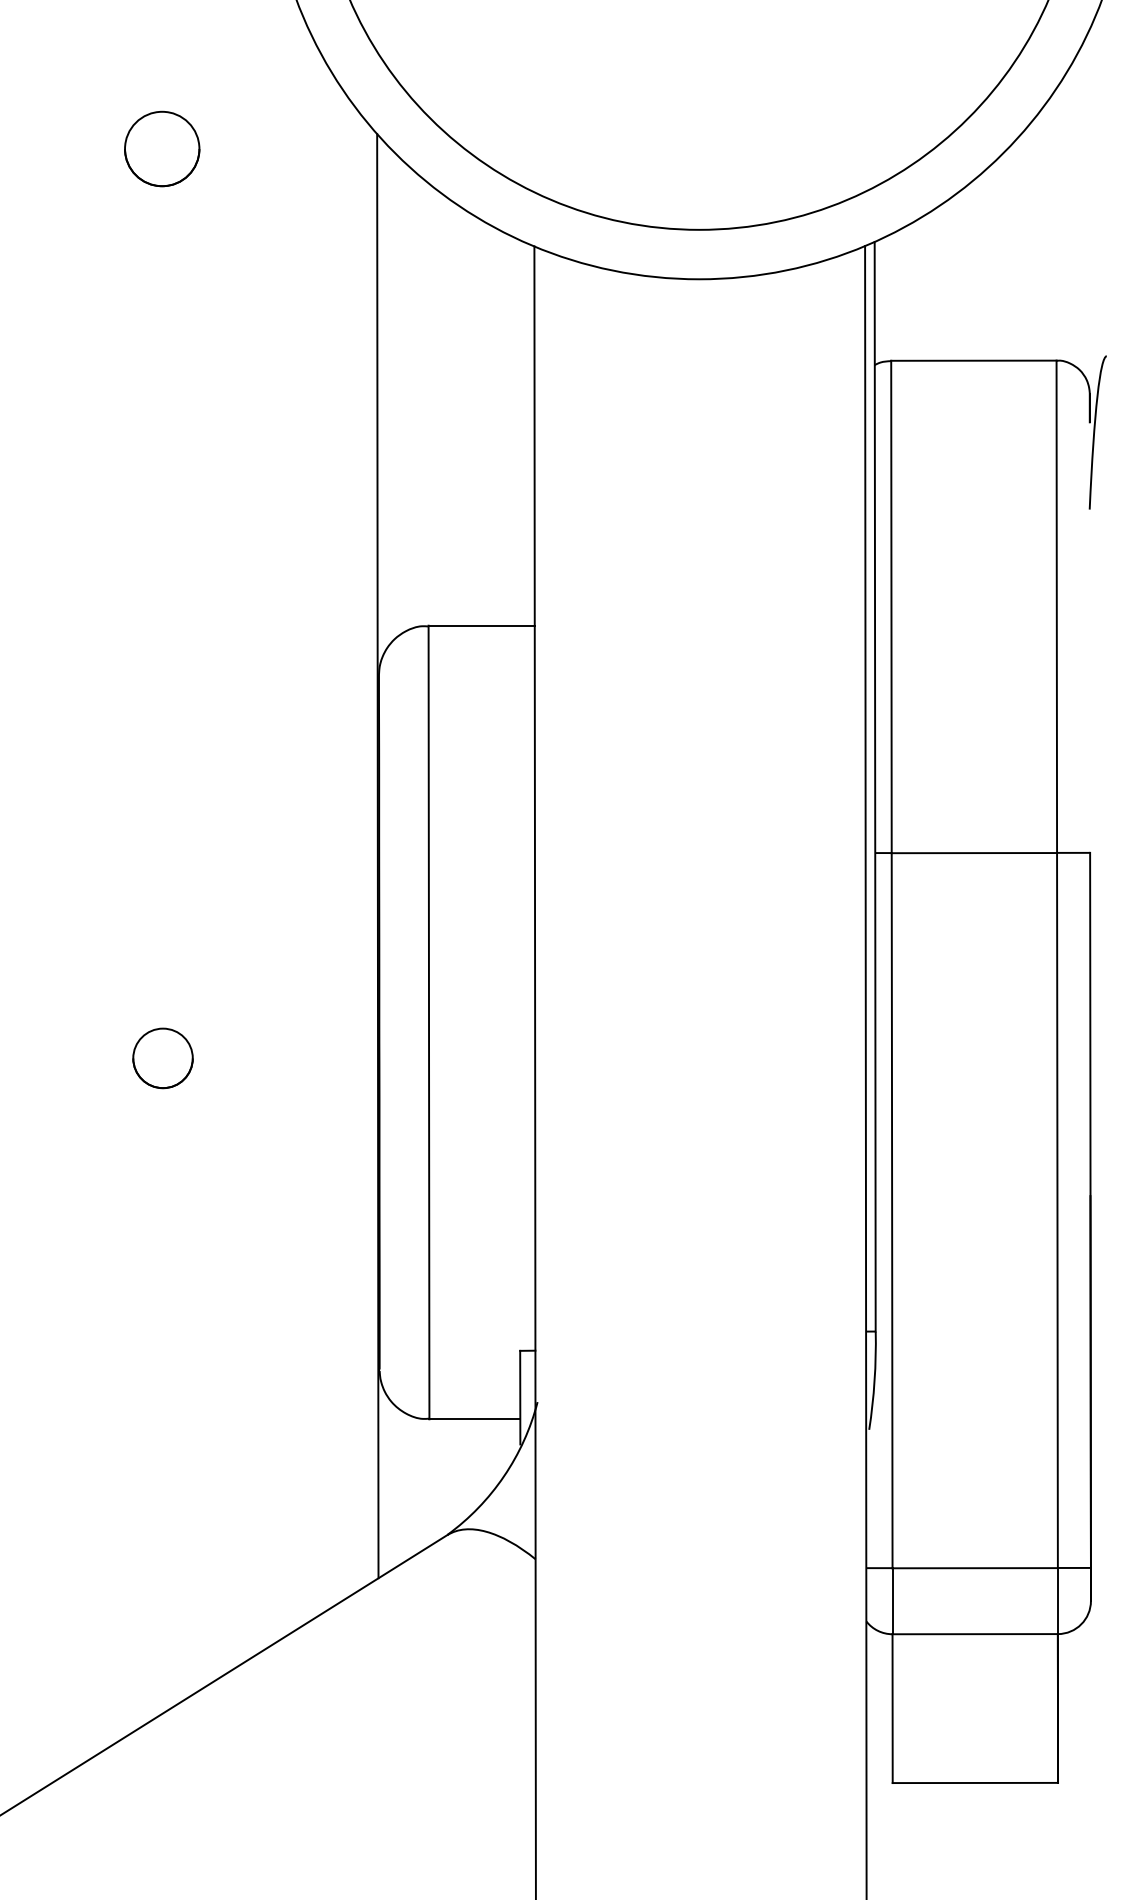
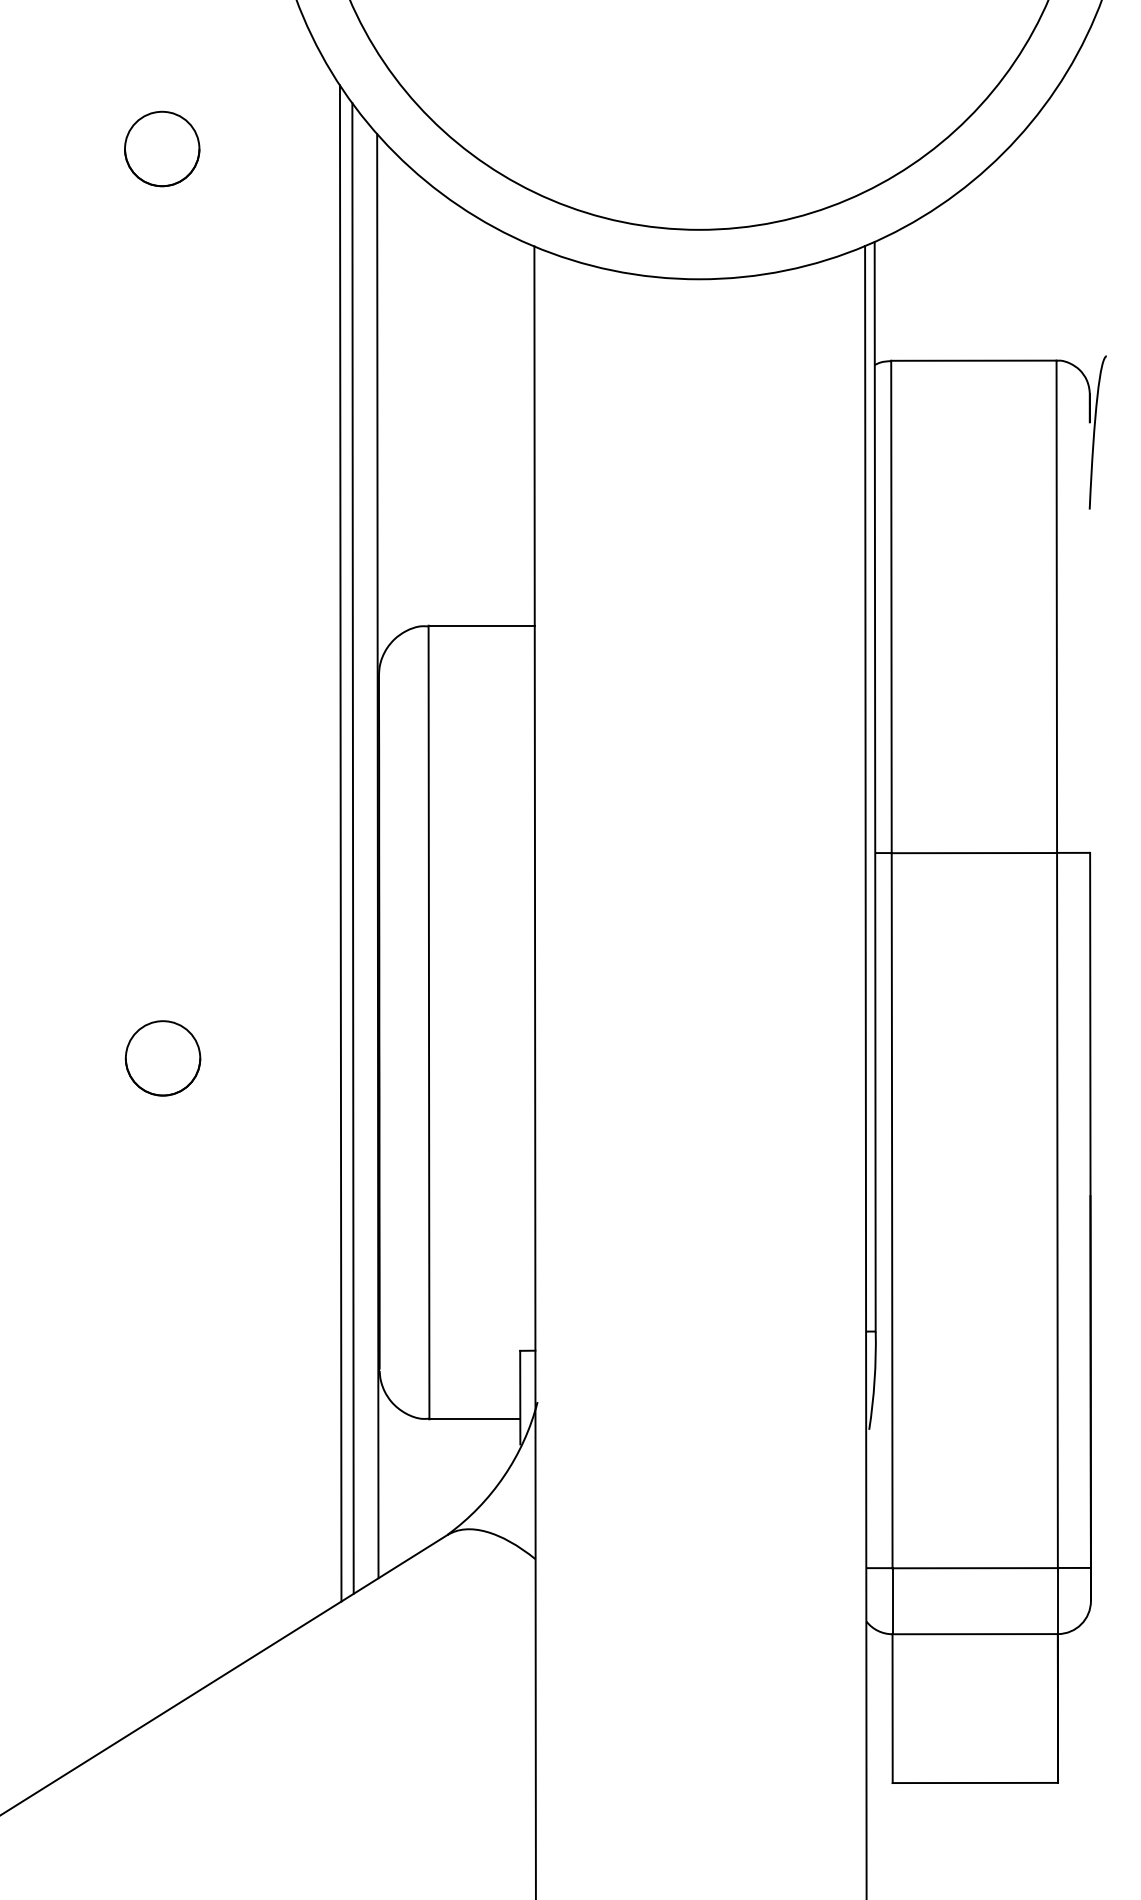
line at (340, 843): none -> present
line at (352, 848): none -> present
part at (162, 1058) size: 62x63 px -> 78x77 px
